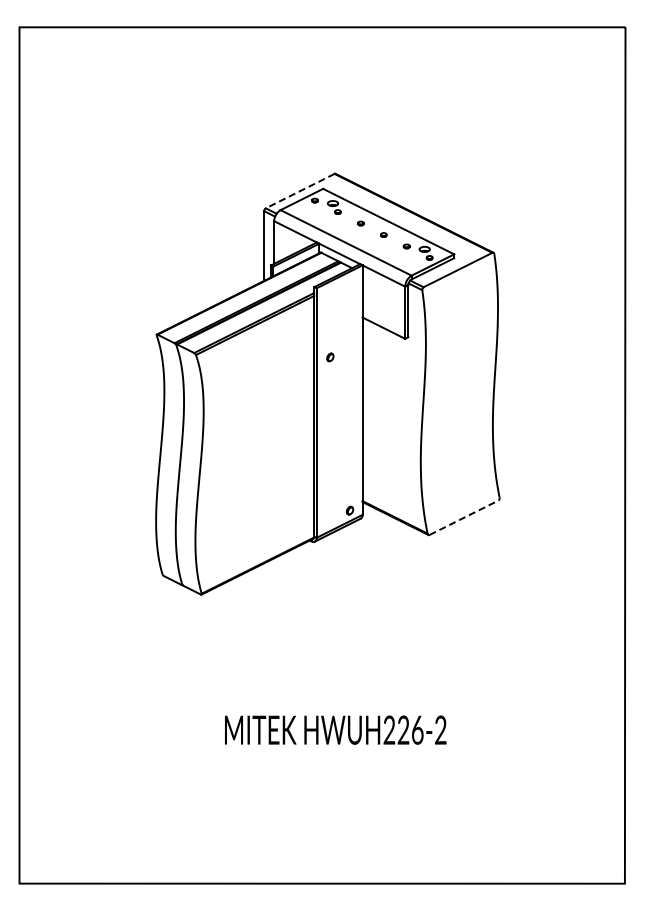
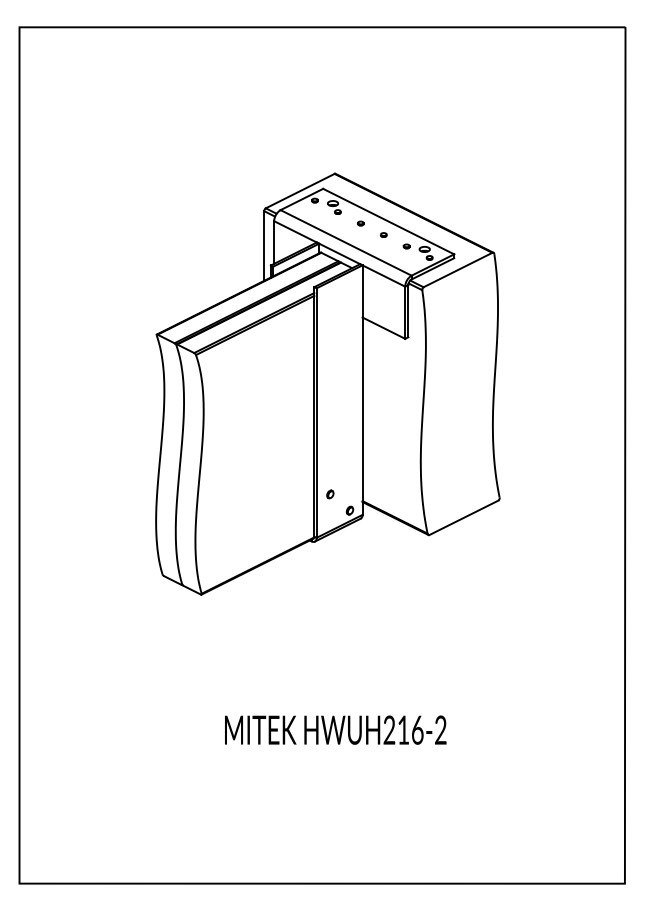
line at (299, 191): dashed -> solid
part at (330, 357) position: (330, 357) -> (330, 494)
line at (464, 517): dashed -> solid
text at (403, 729): HWUH226-2 -> HWUH216-2
